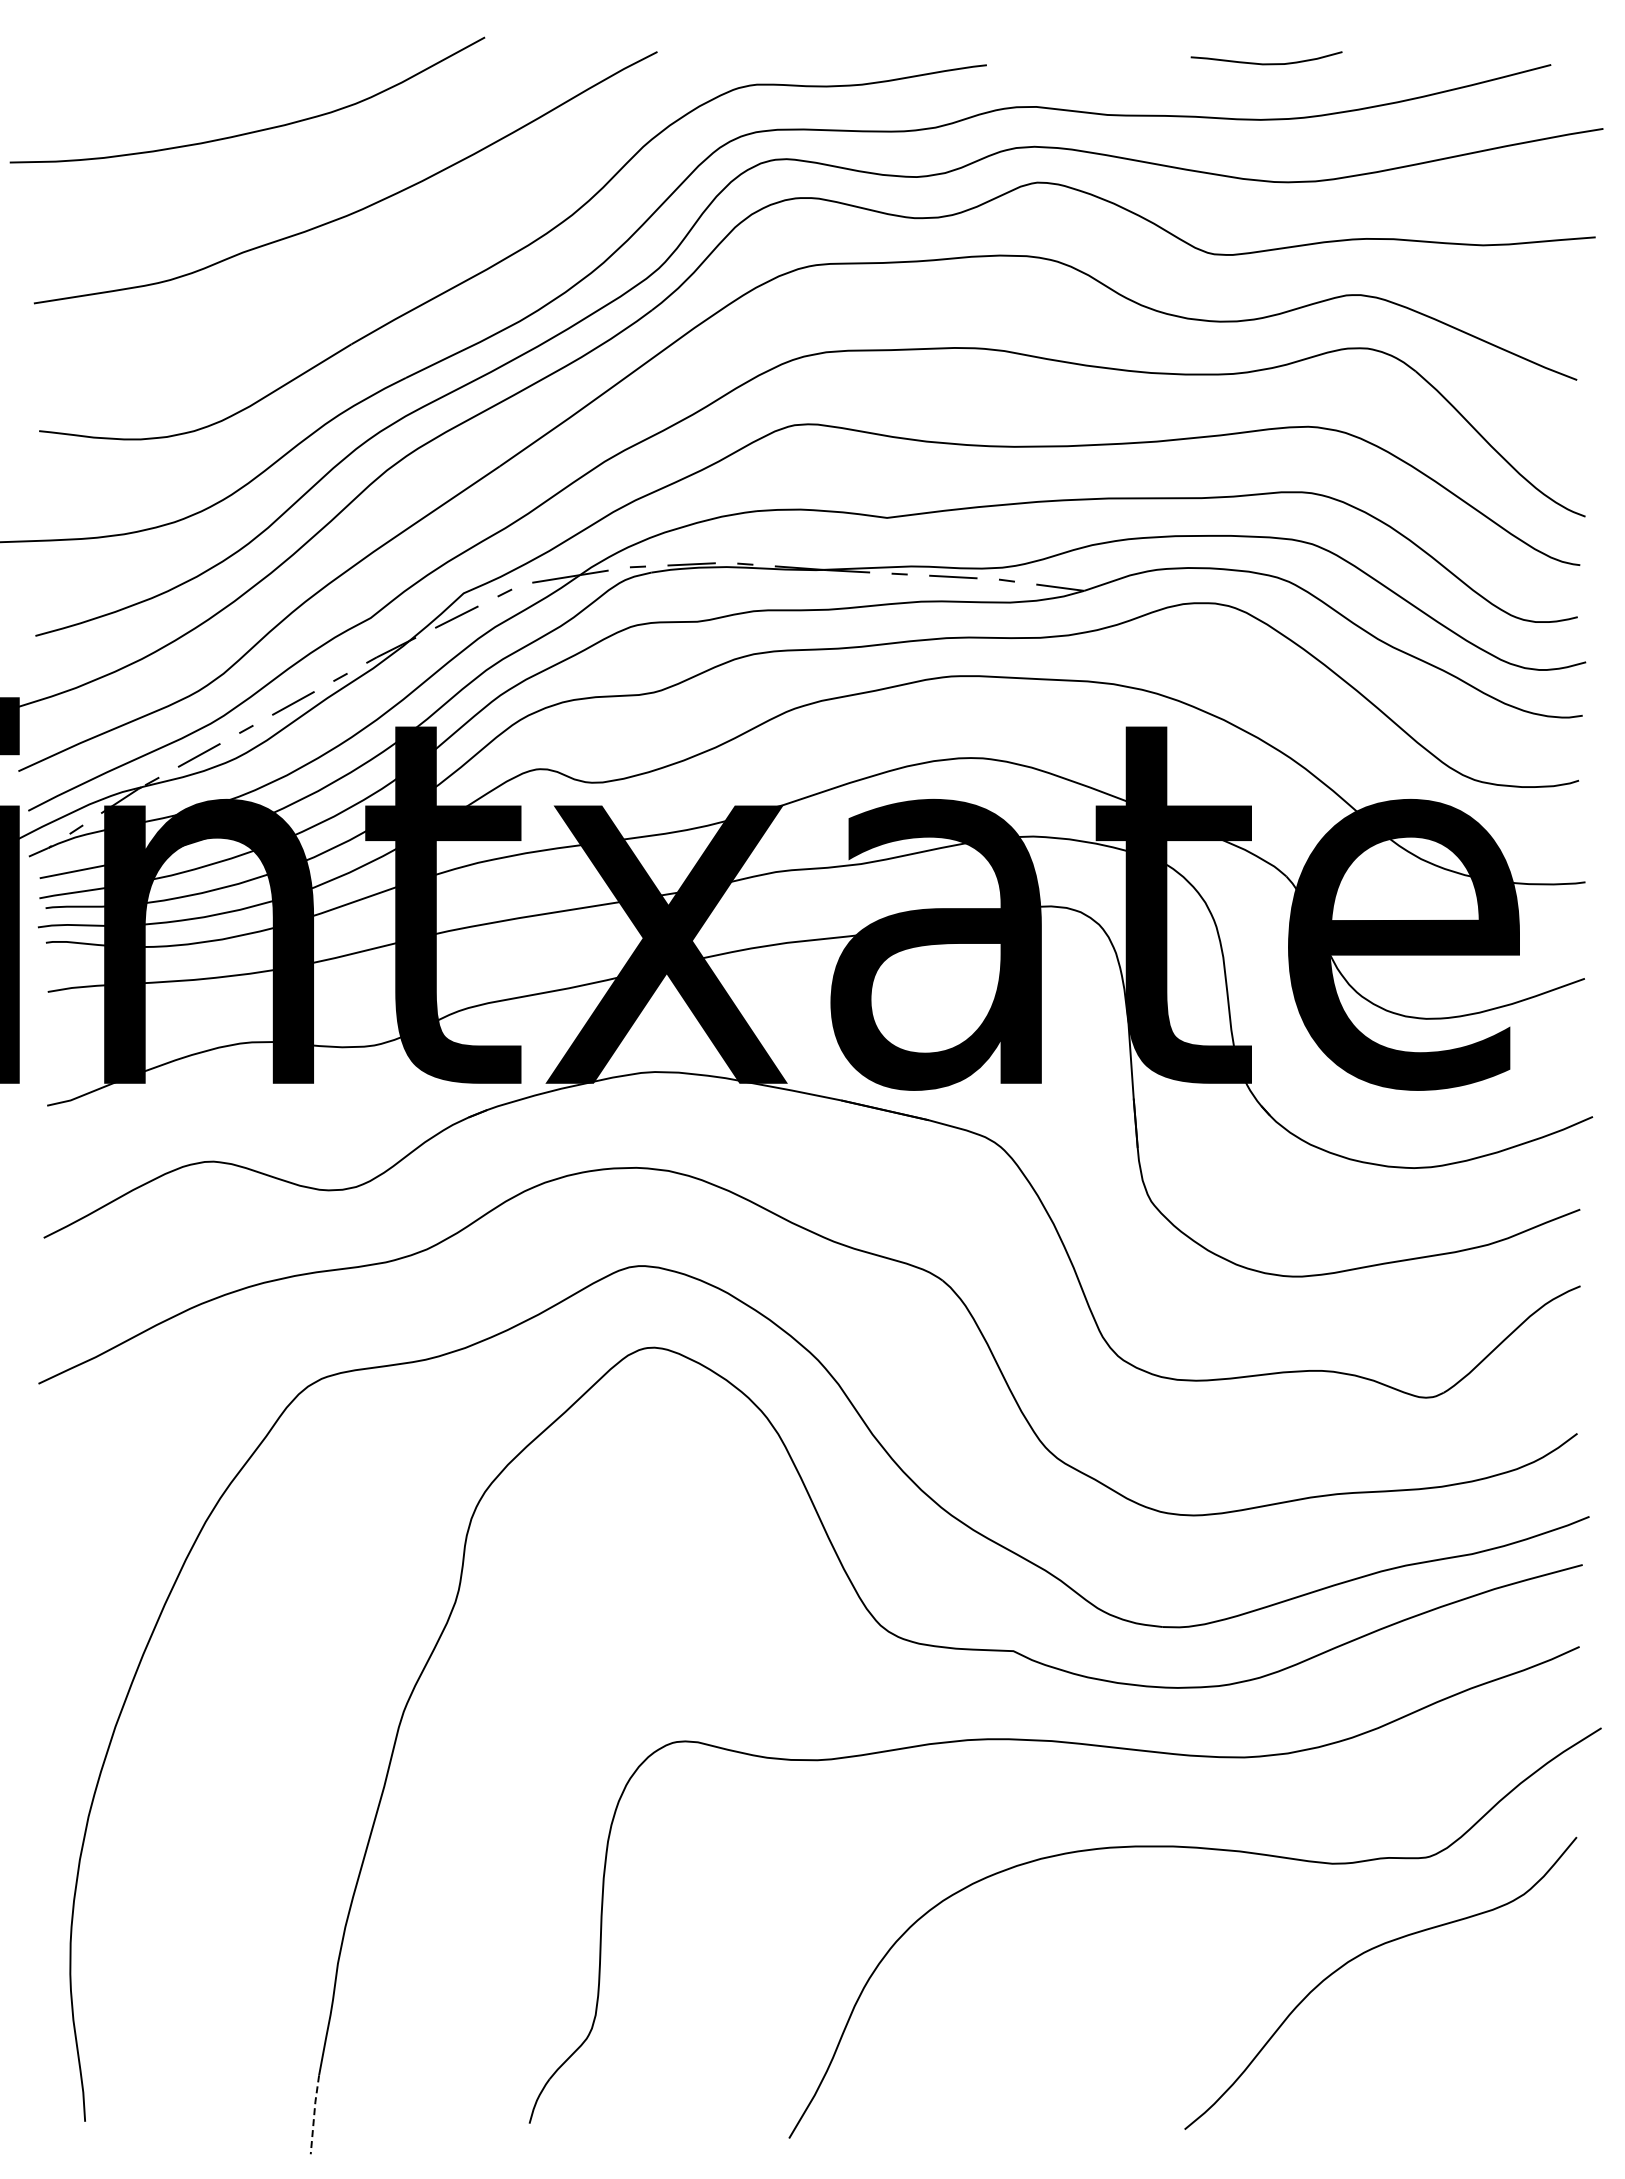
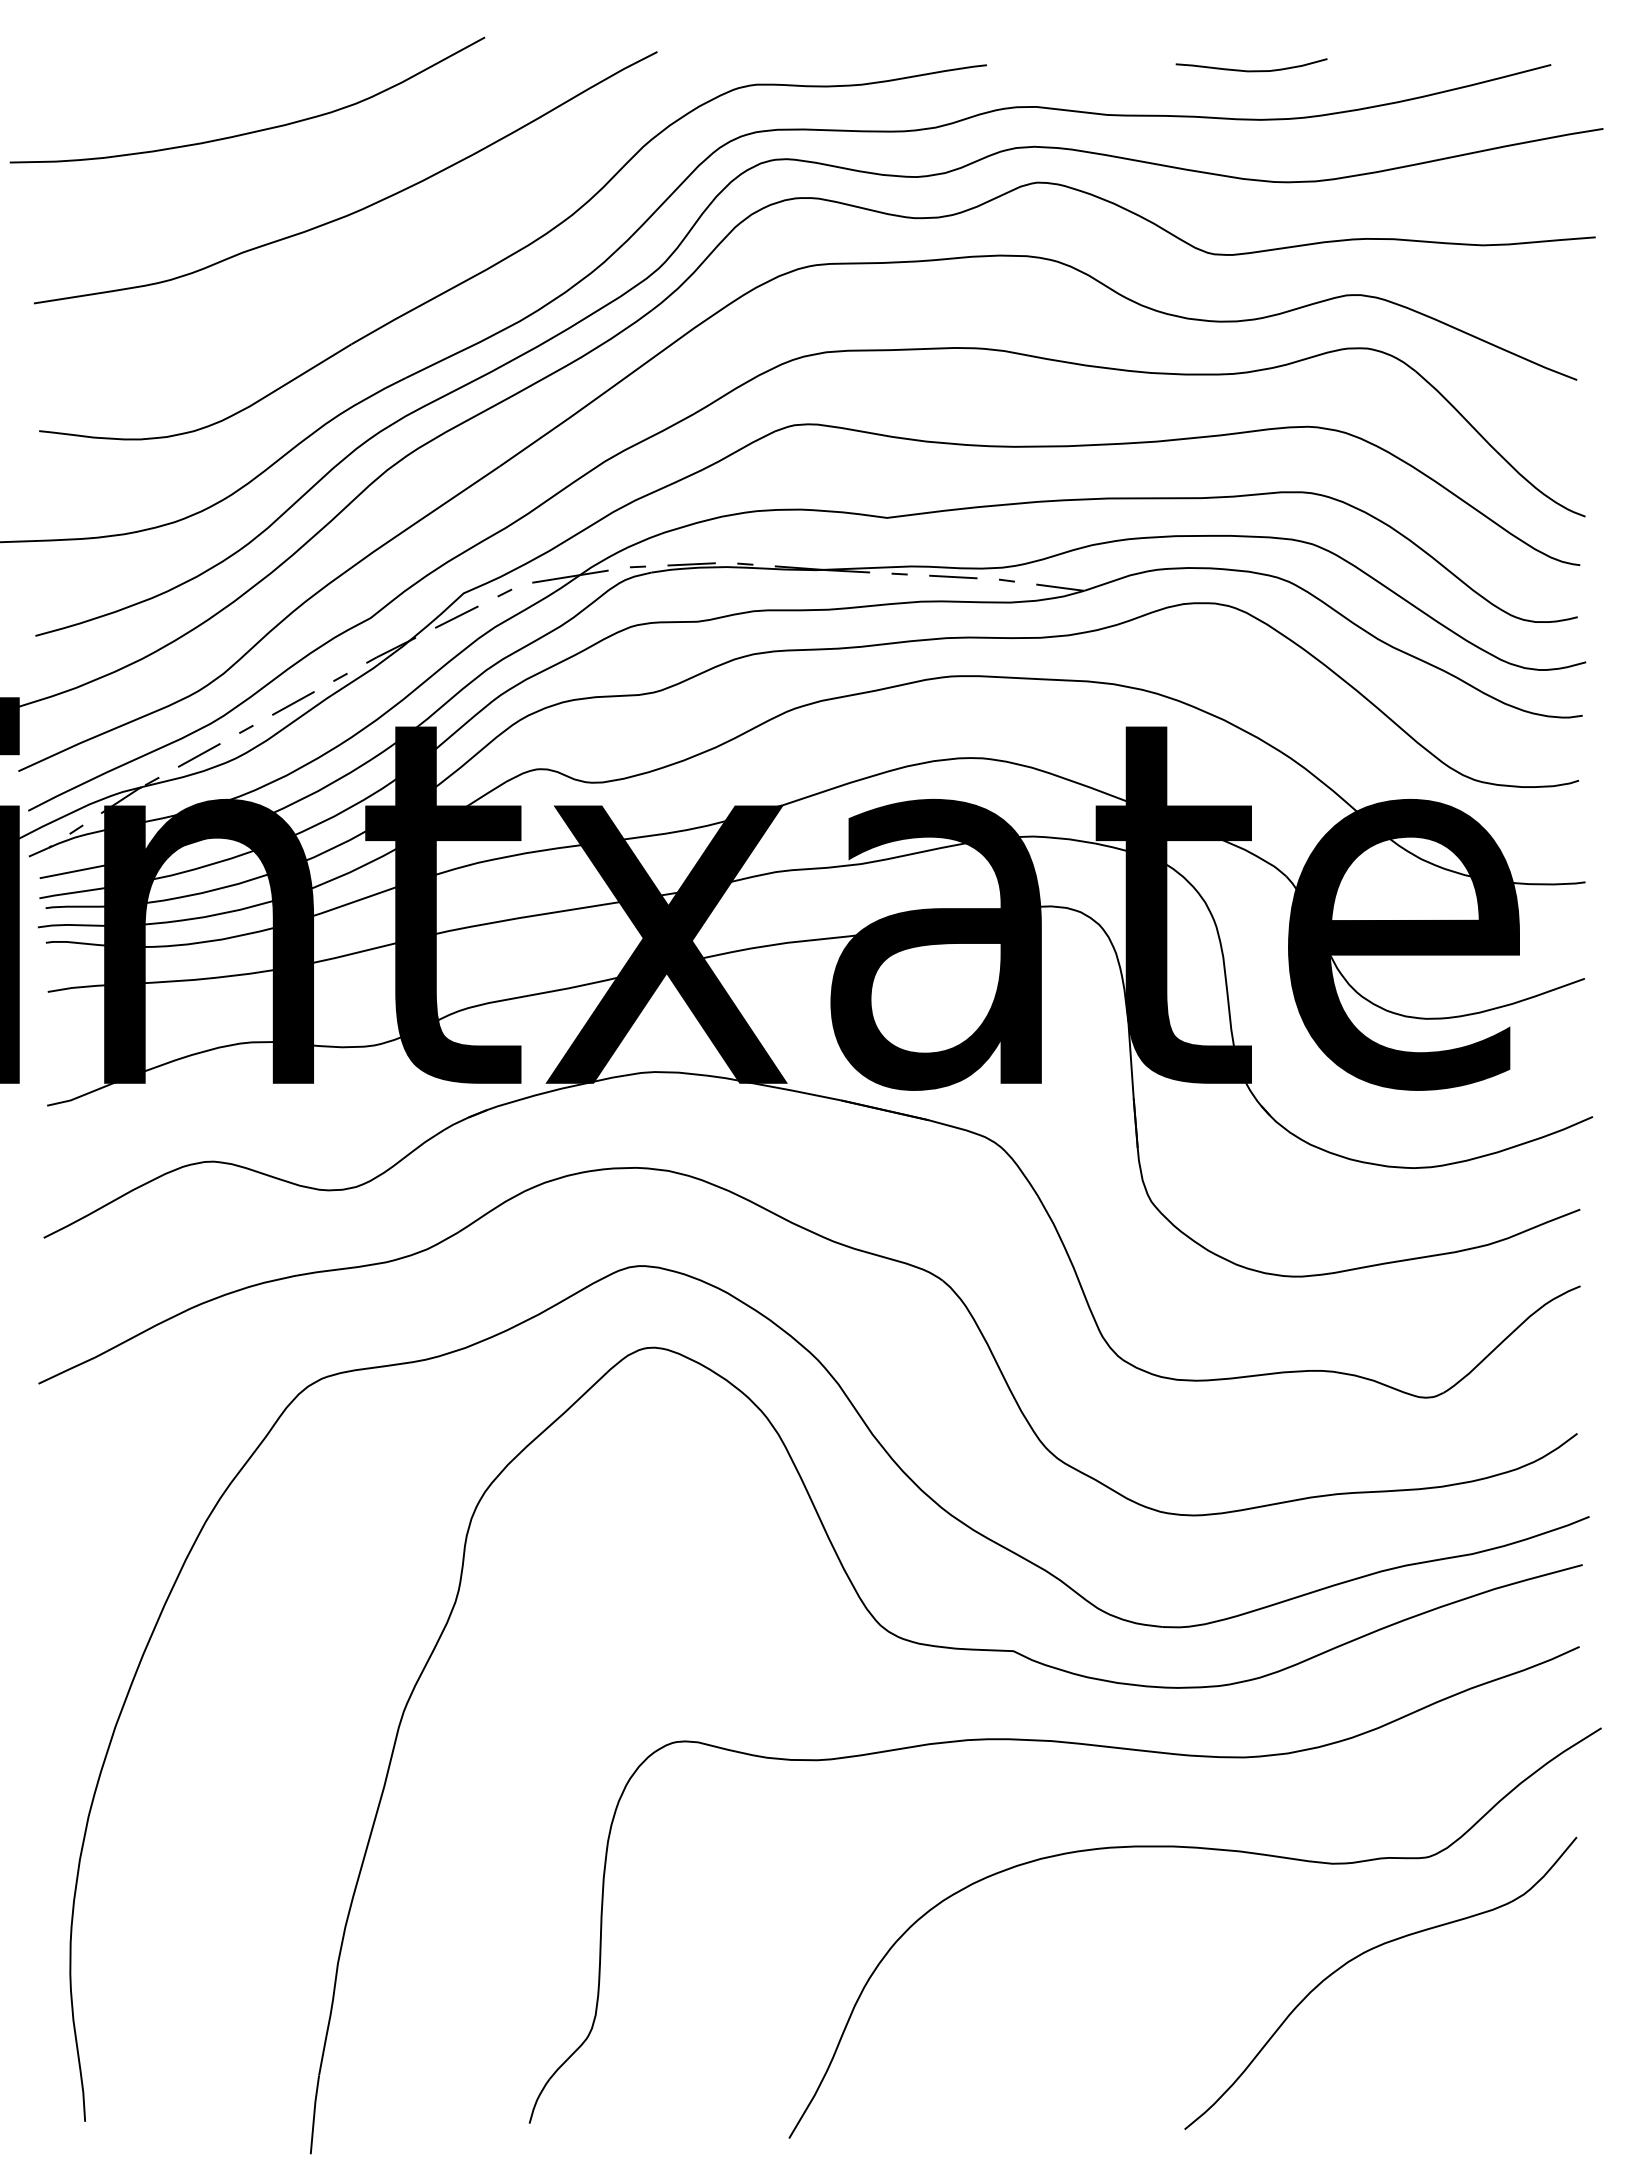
curve at (1266, 63) position: (1266, 63) -> (1251, 70)
line at (314, 2114): dashed -> solid
